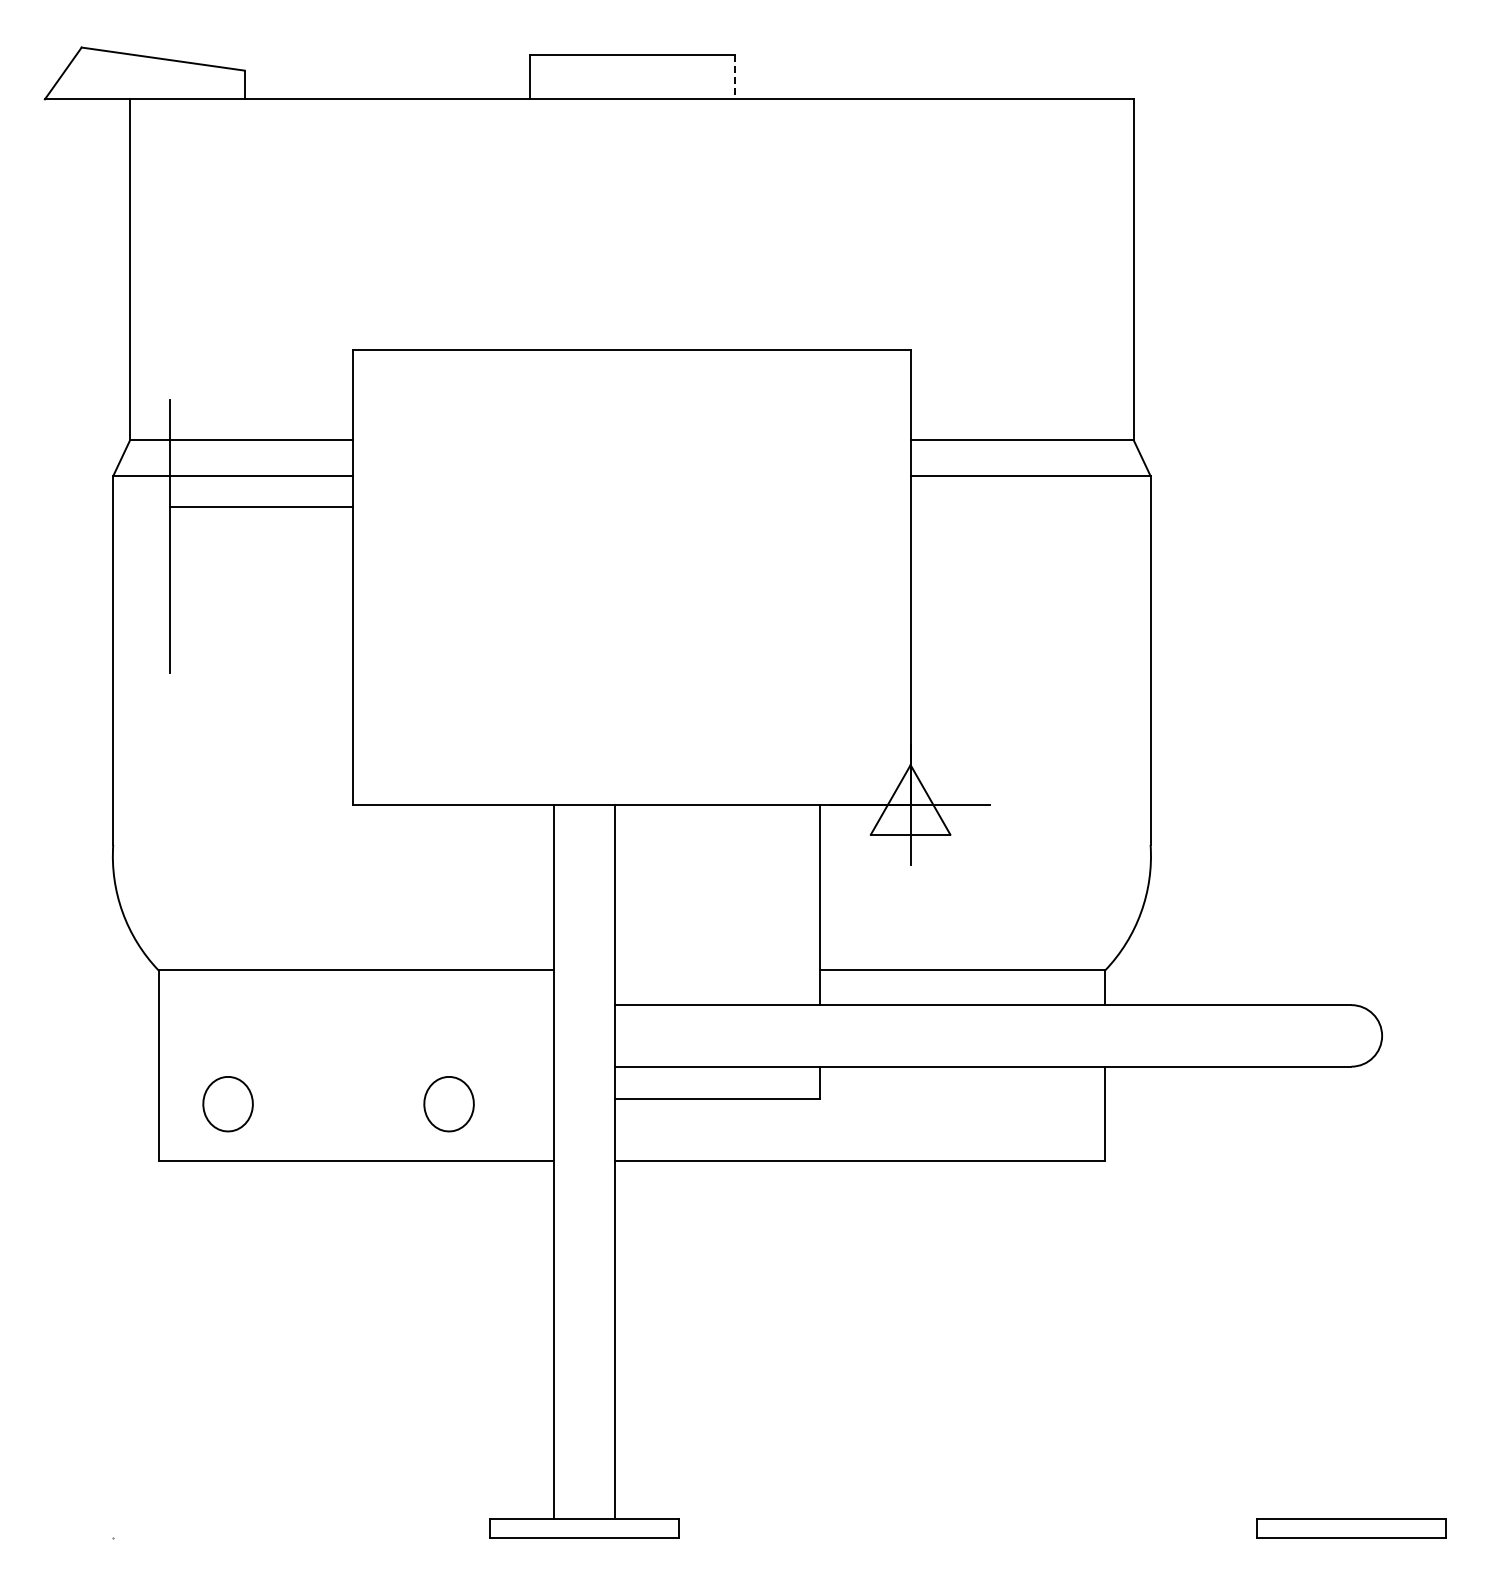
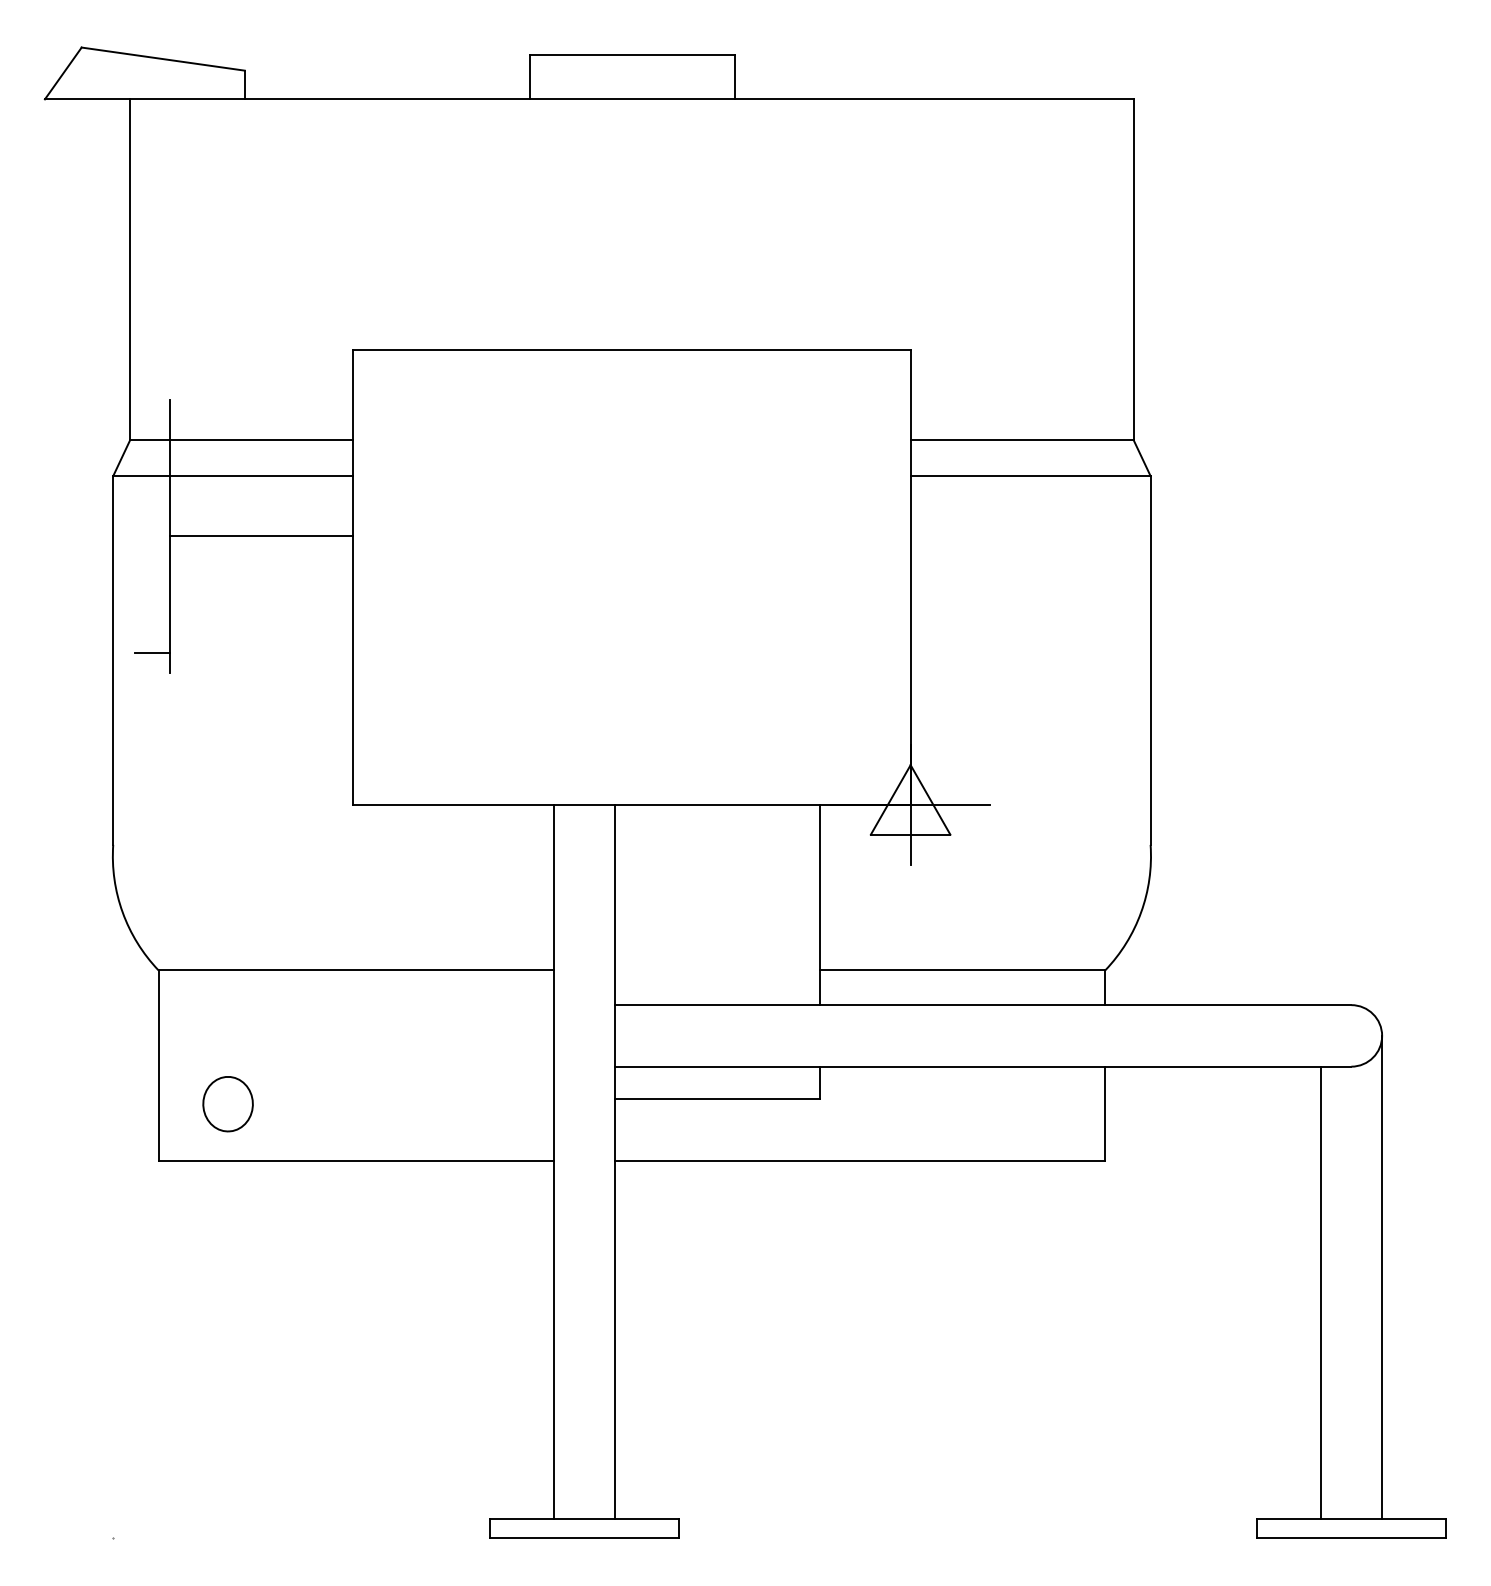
line at (734, 77): dashed -> solid
line at (261, 507) position: (261, 507) -> (261, 536)
line at (152, 652): none -> present
part at (448, 1104): present -> none
line at (1382, 1277): none -> present
line at (1320, 1292): none -> present
